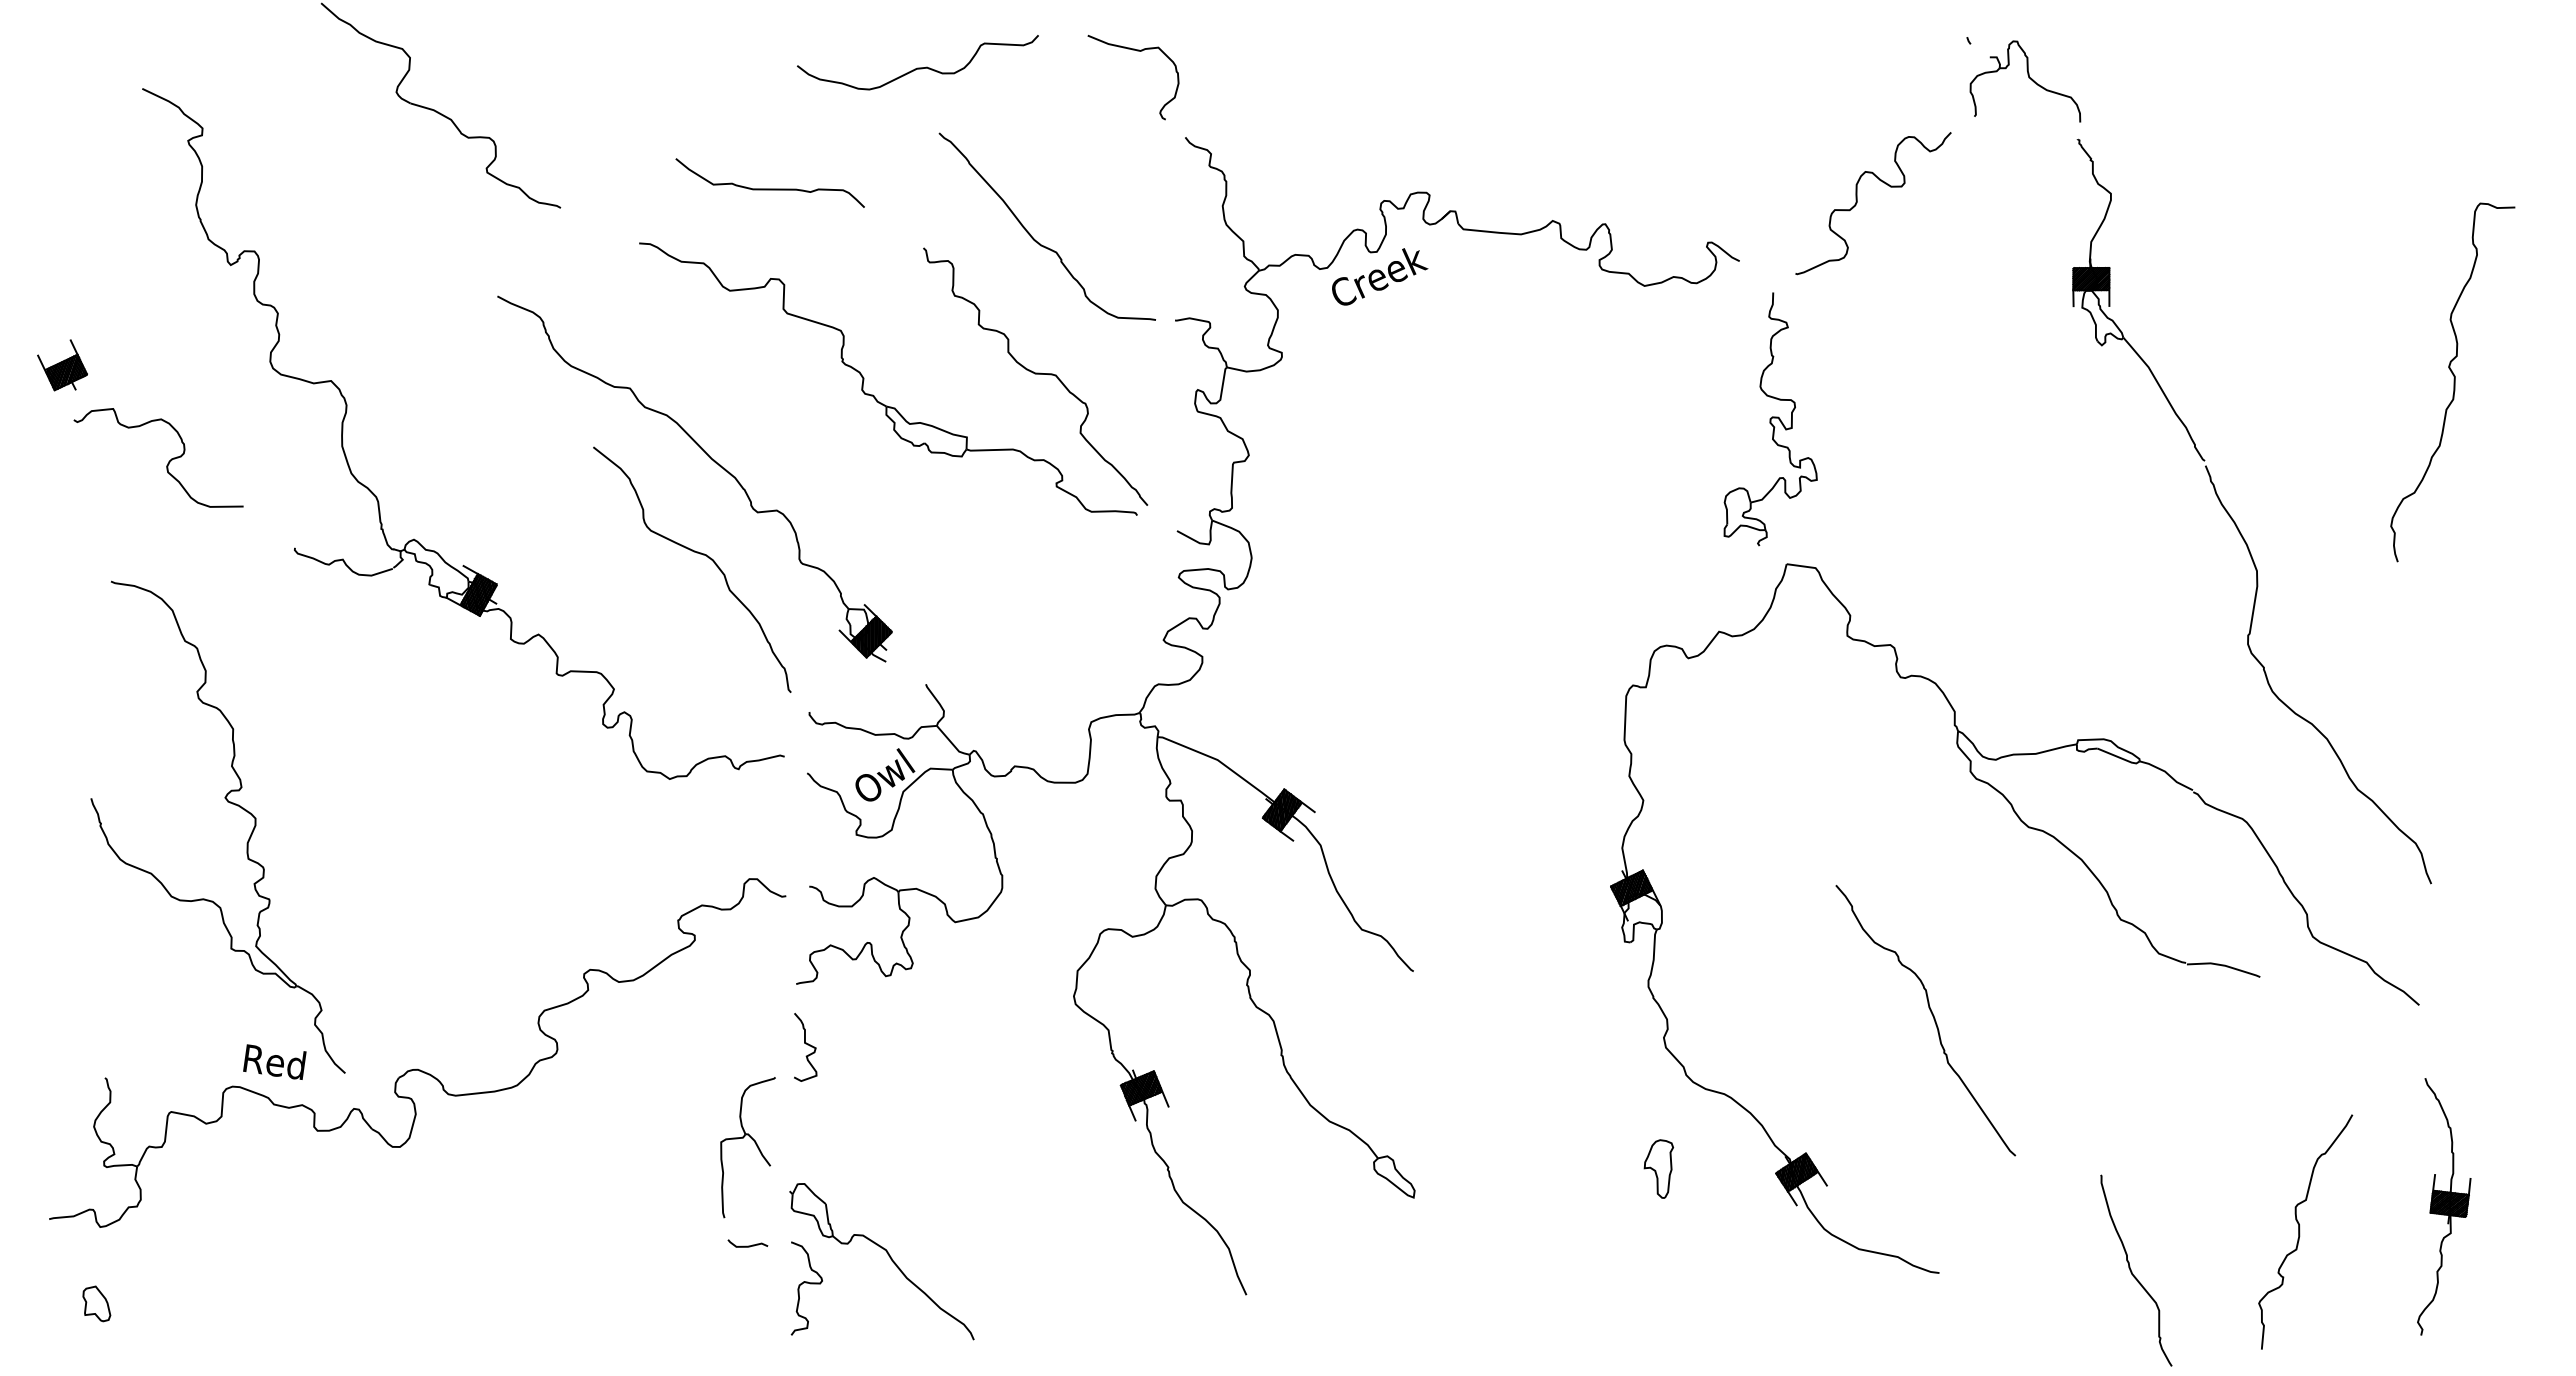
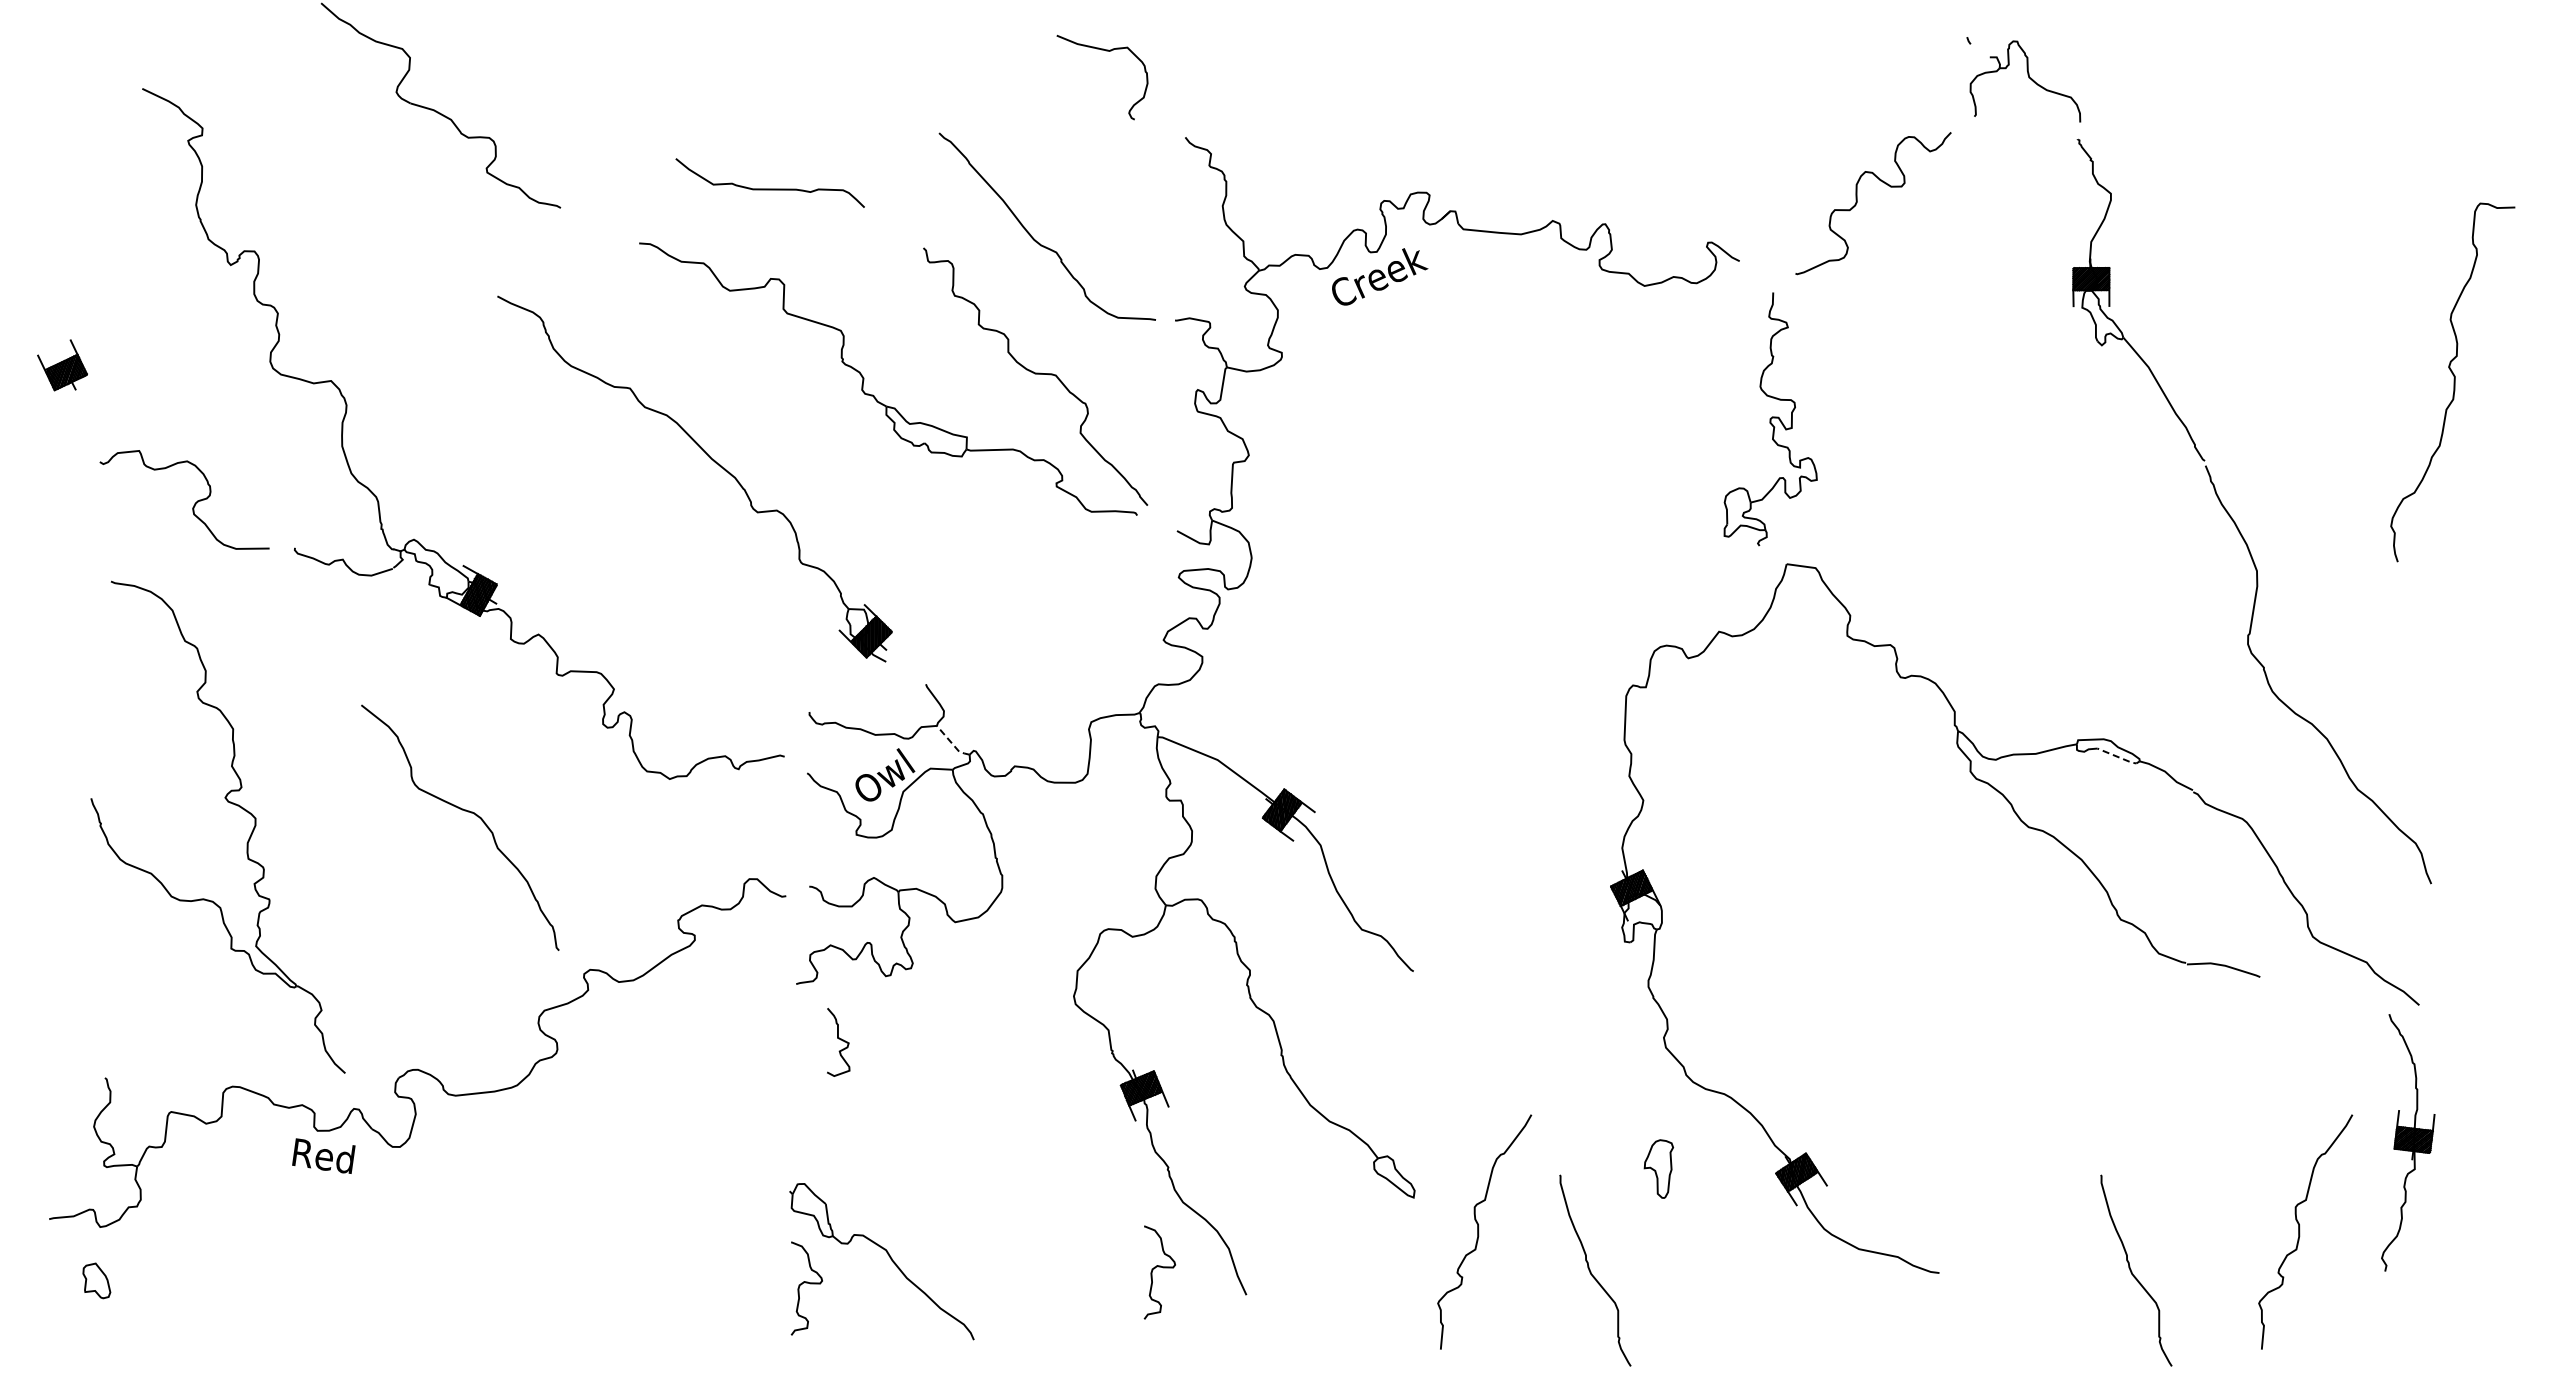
curve at (1137, 51) position: (1137, 51) -> (1106, 51)
curve at (917, 67): present -> none
curve at (168, 461) position: (168, 461) -> (194, 503)
curve at (696, 553) position: (696, 553) -> (464, 811)
line at (952, 743): solid -> dashed
line at (2119, 757): solid -> dashed
curve at (1932, 1016): present -> none
curve at (807, 1045) position: (807, 1045) -> (840, 1040)
text at (274, 1061) position: (274, 1061) -> (323, 1155)
part at (753, 1141): present -> none
part at (2444, 1206) position: (2444, 1206) -> (2408, 1142)
curve at (1479, 1231): none -> present
curve at (747, 1245): present -> none
curve at (1159, 1267): none -> present
curve at (1591, 1271): none -> present
part at (96, 1303) position: (96, 1303) -> (96, 1280)
